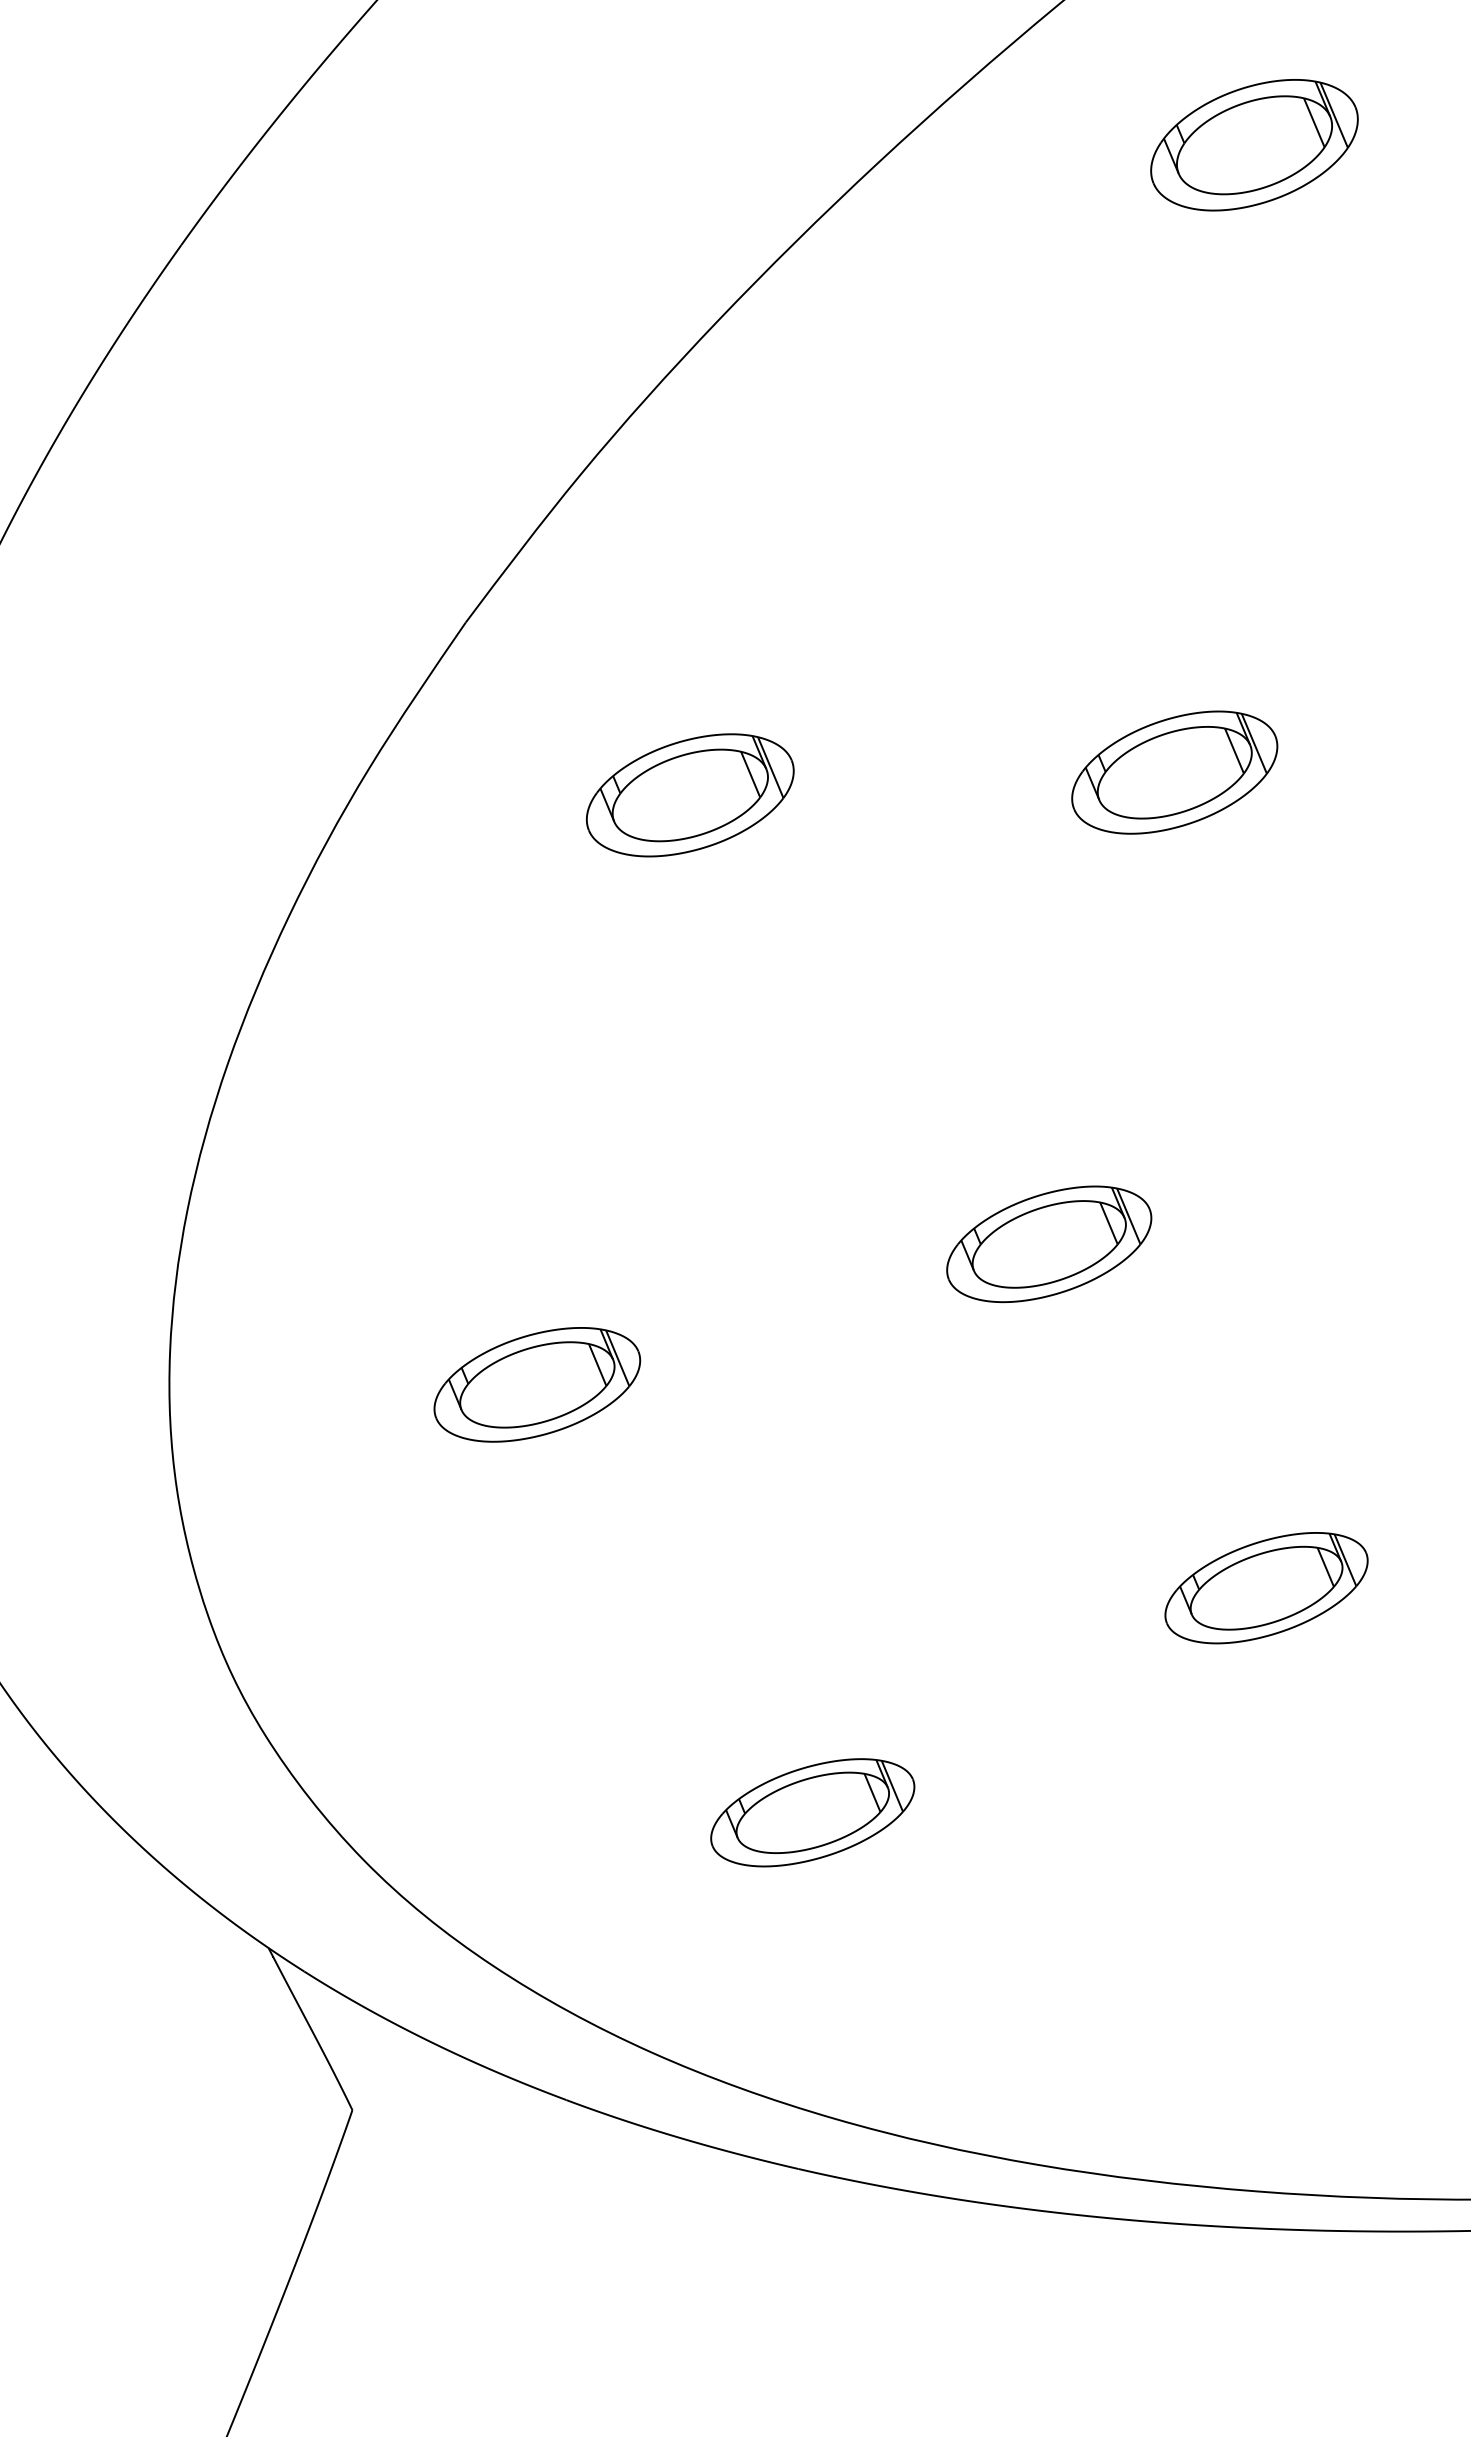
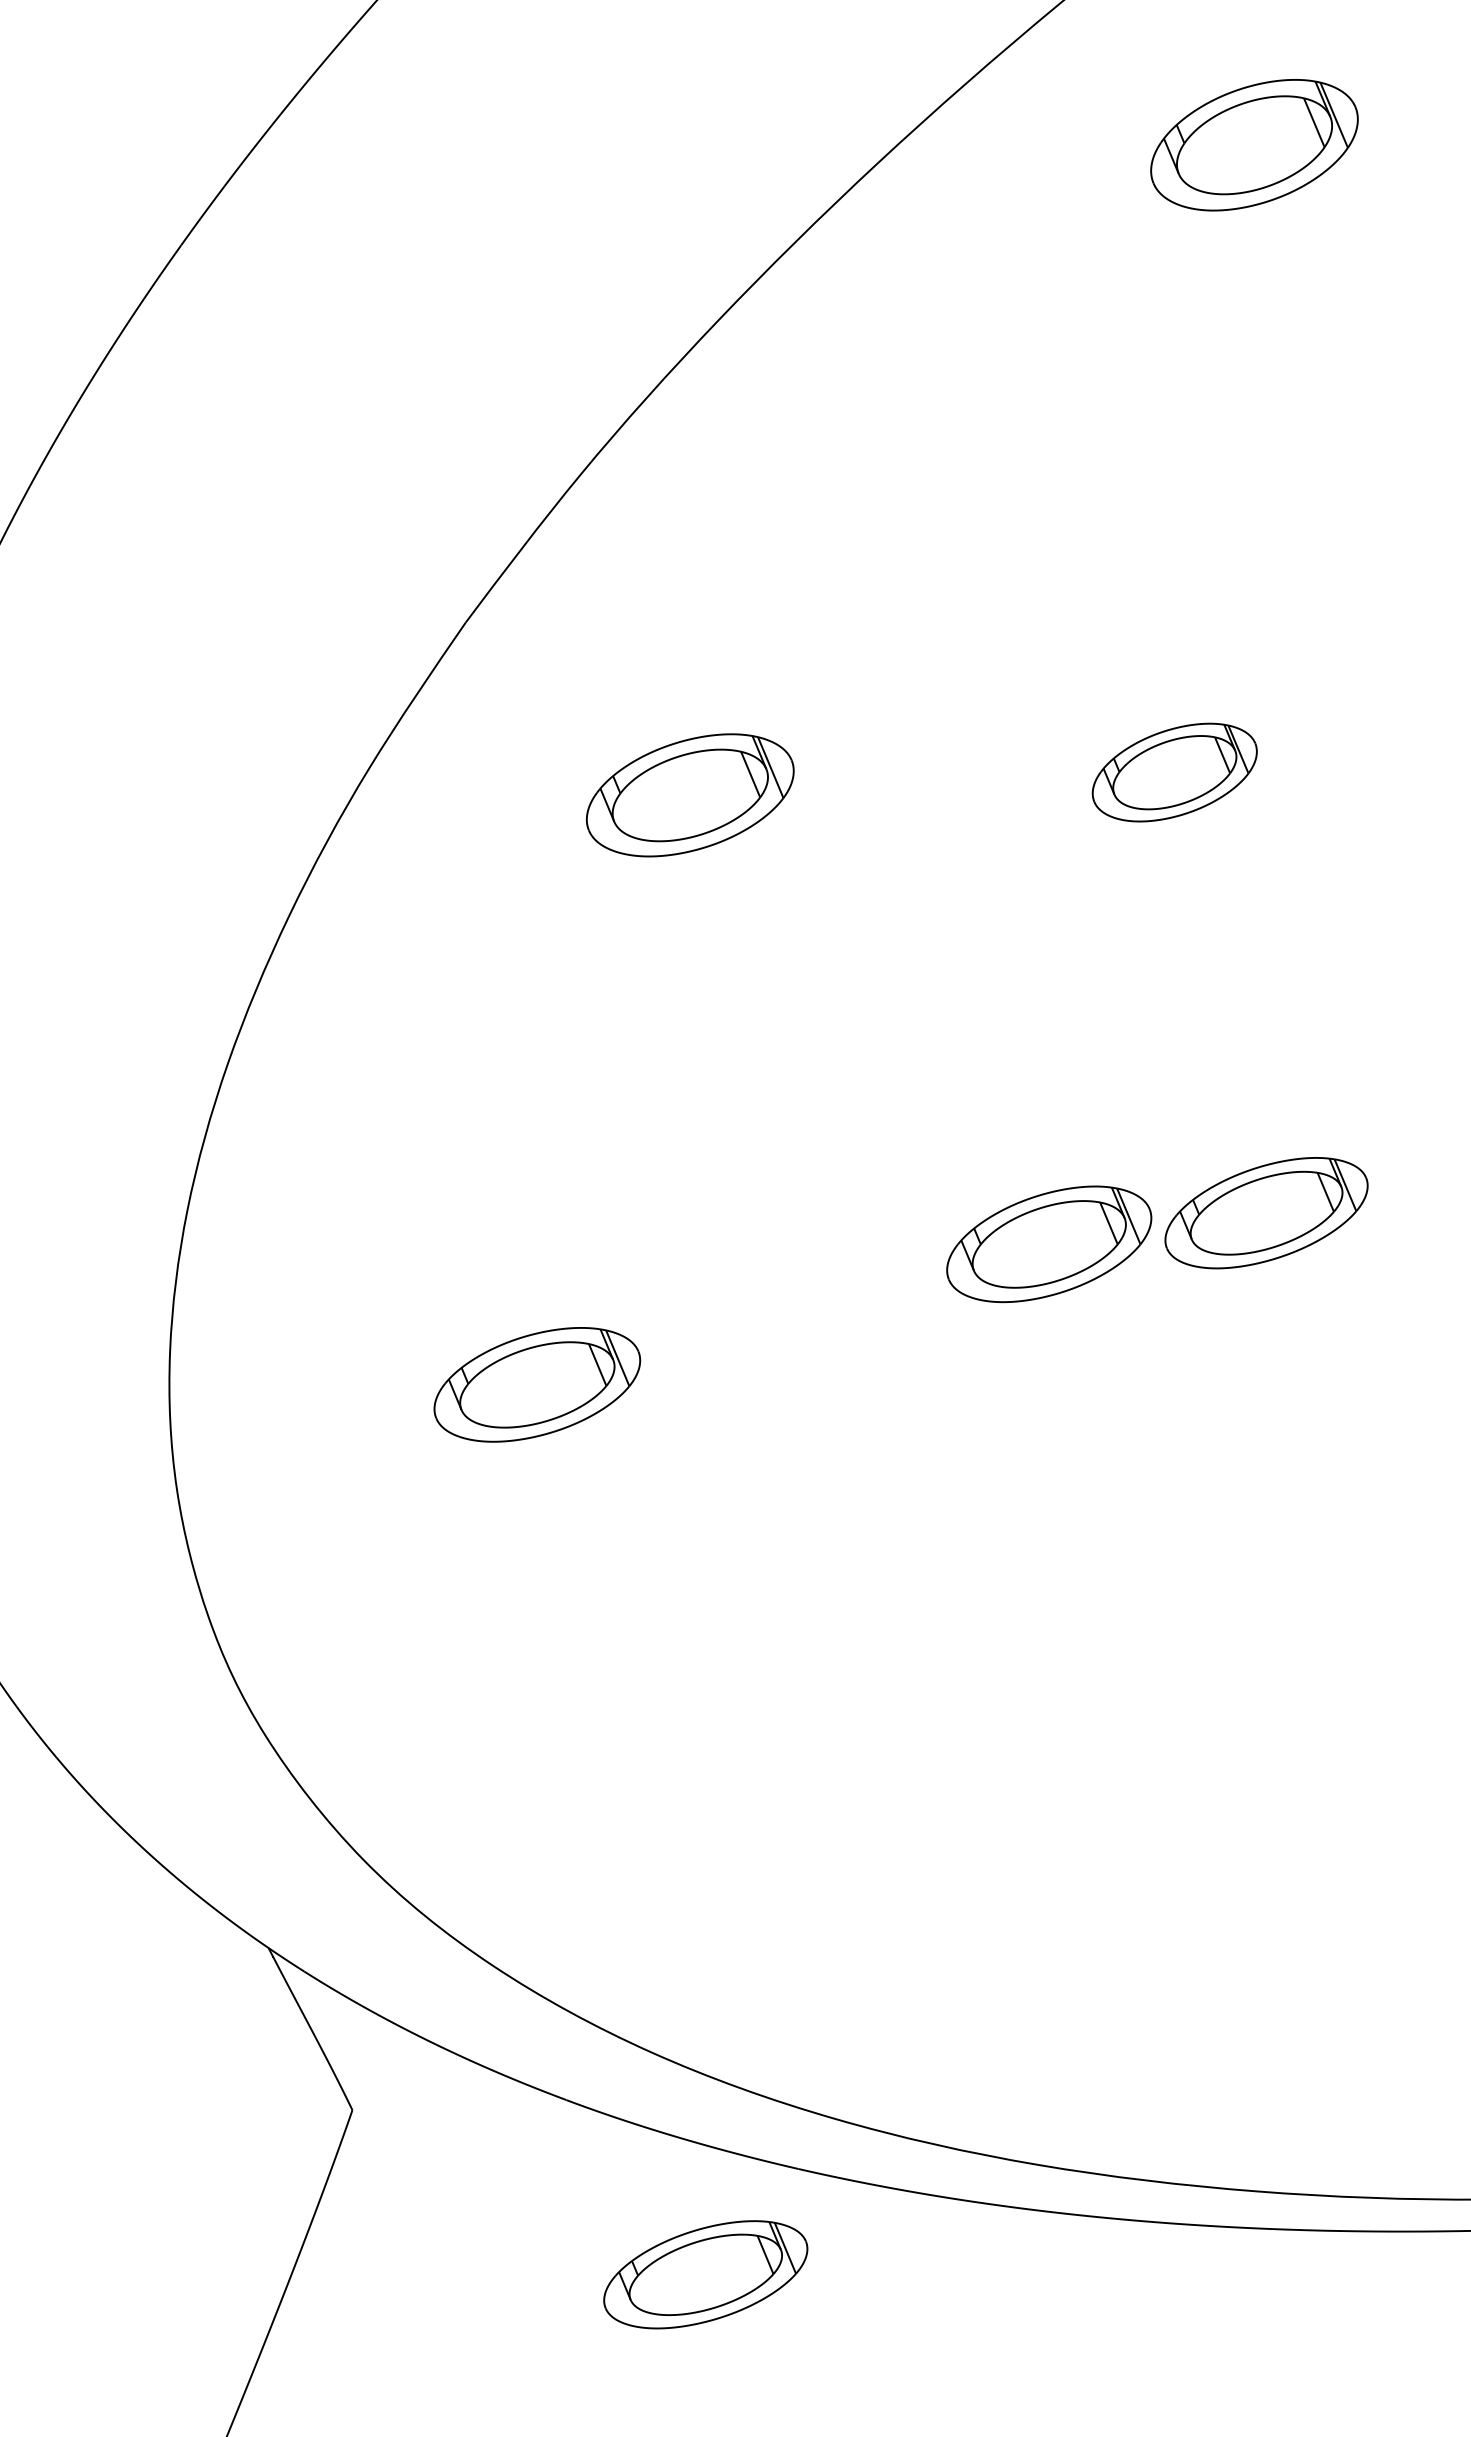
part at (1174, 772) size: 208x125 px -> 167x101 px
part at (1266, 1588) position: (1266, 1588) -> (1266, 1213)
part at (812, 1812) position: (812, 1812) -> (705, 2274)
